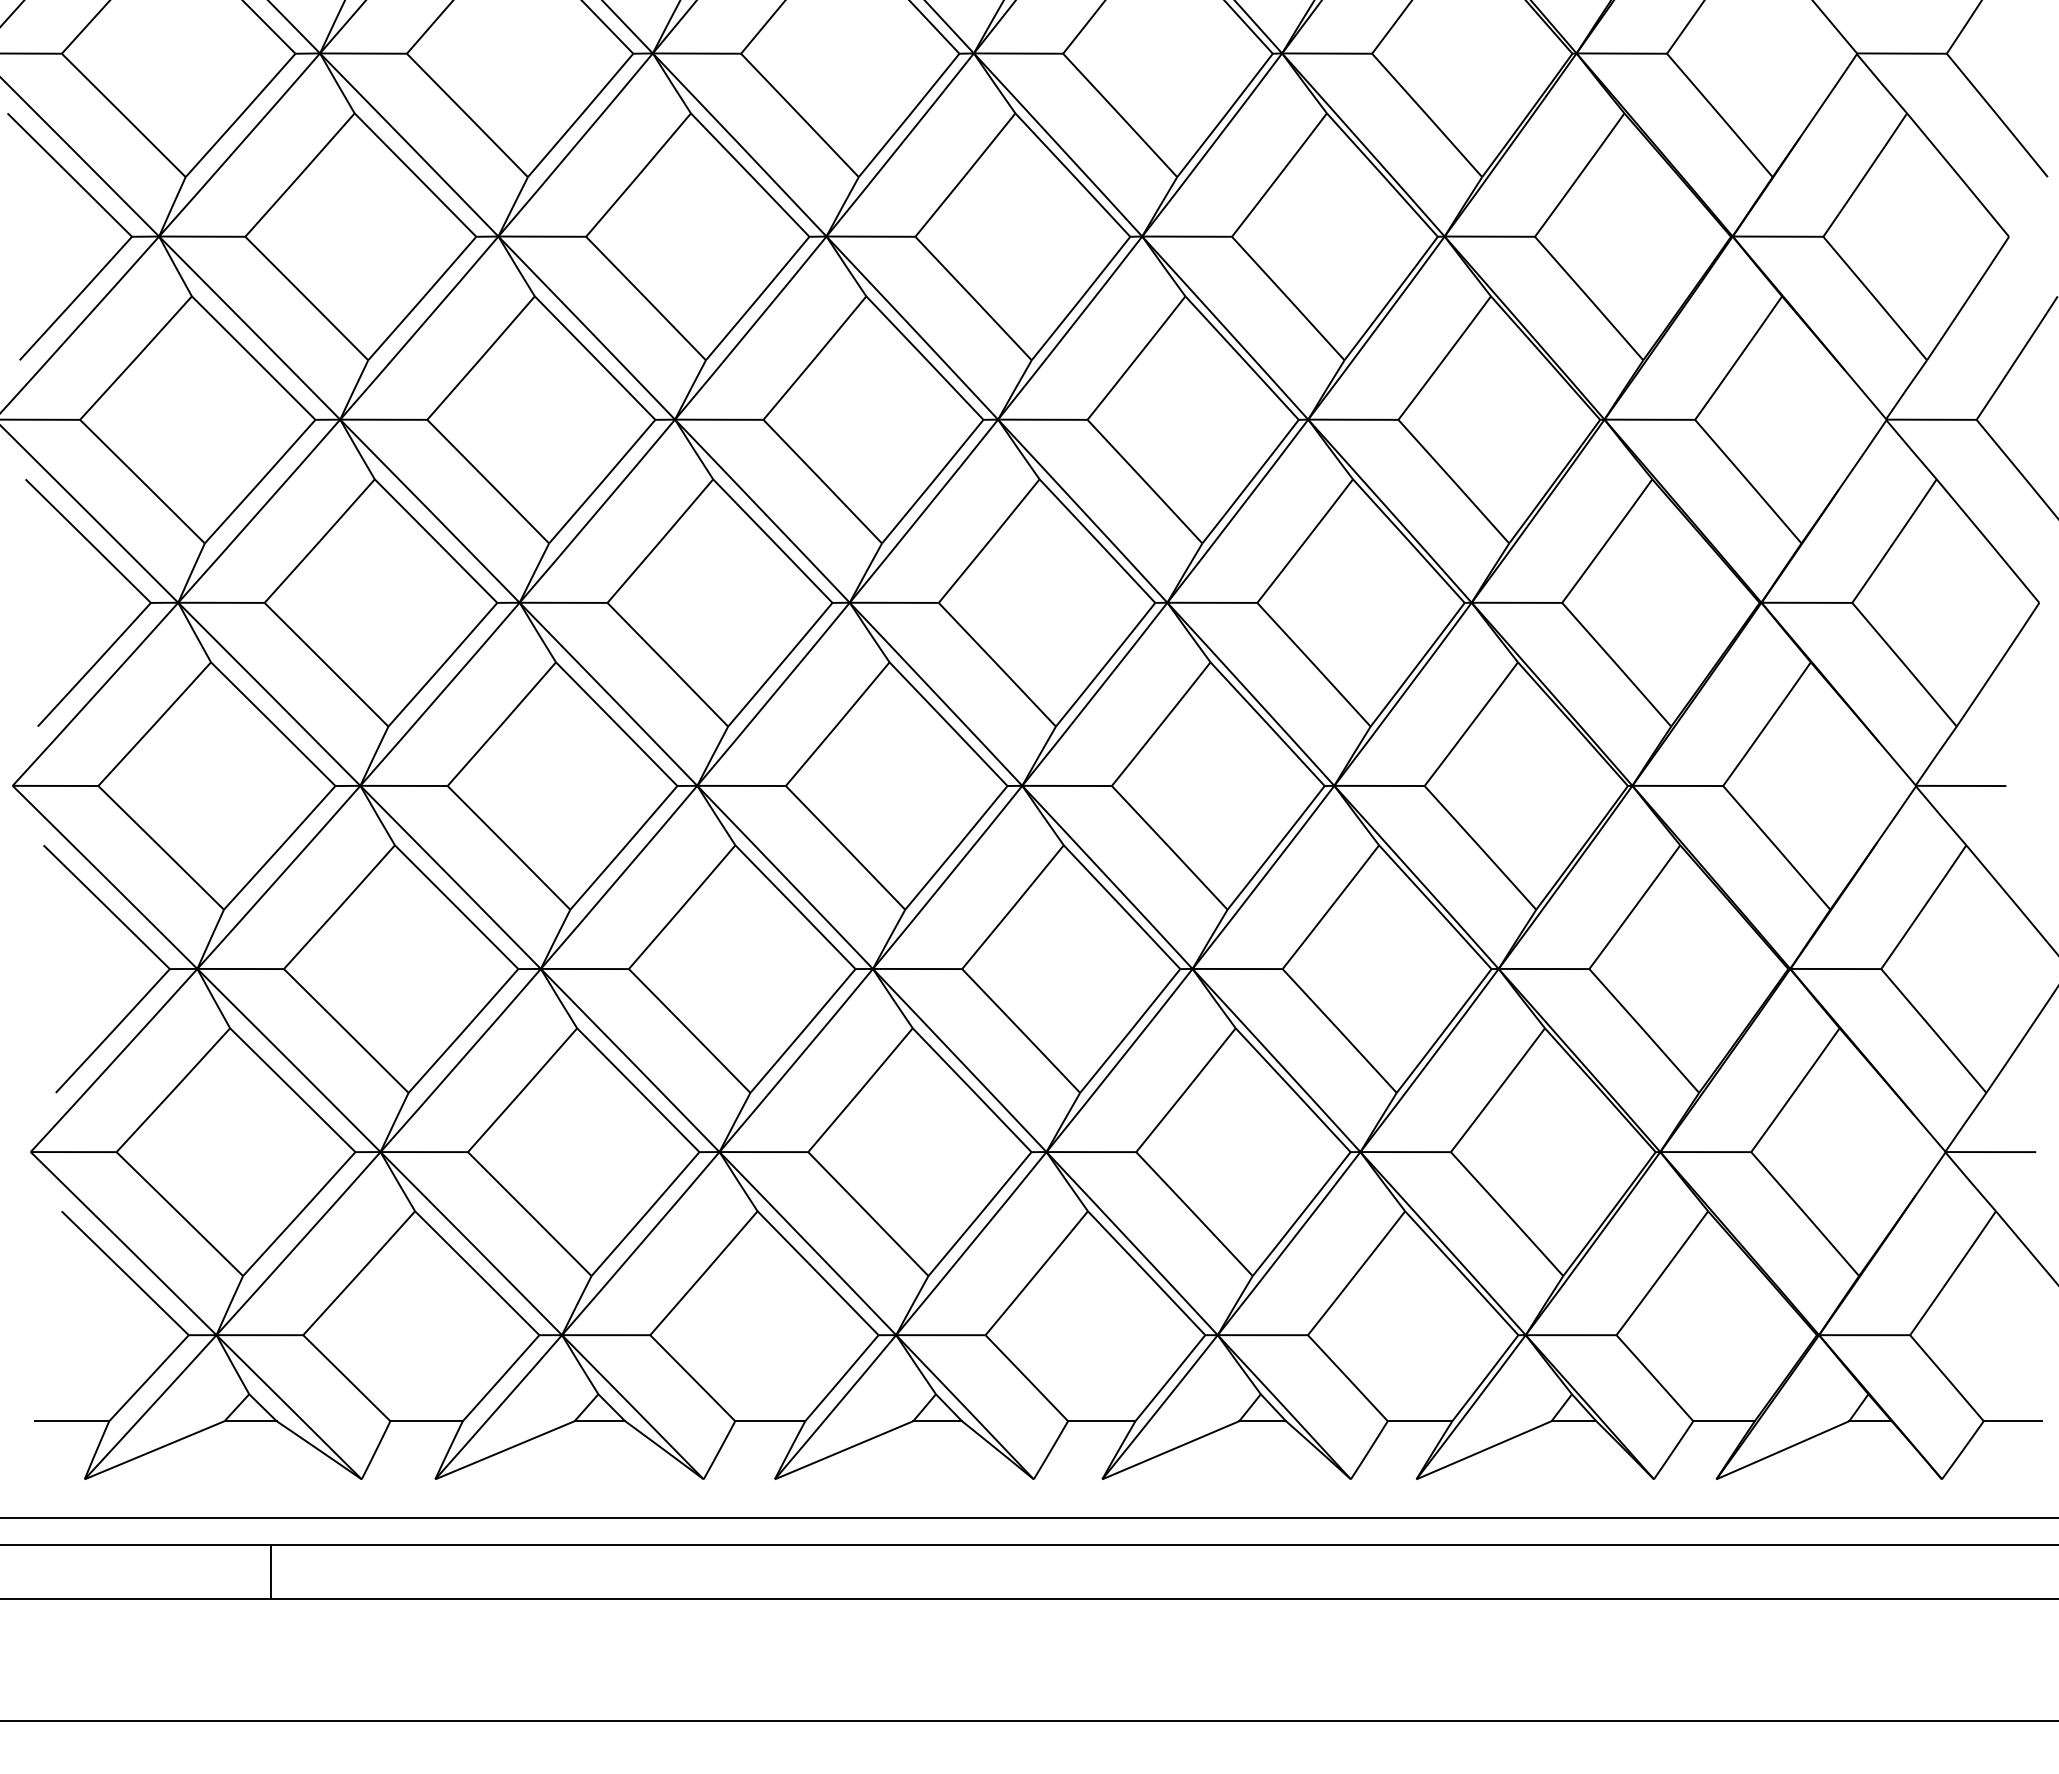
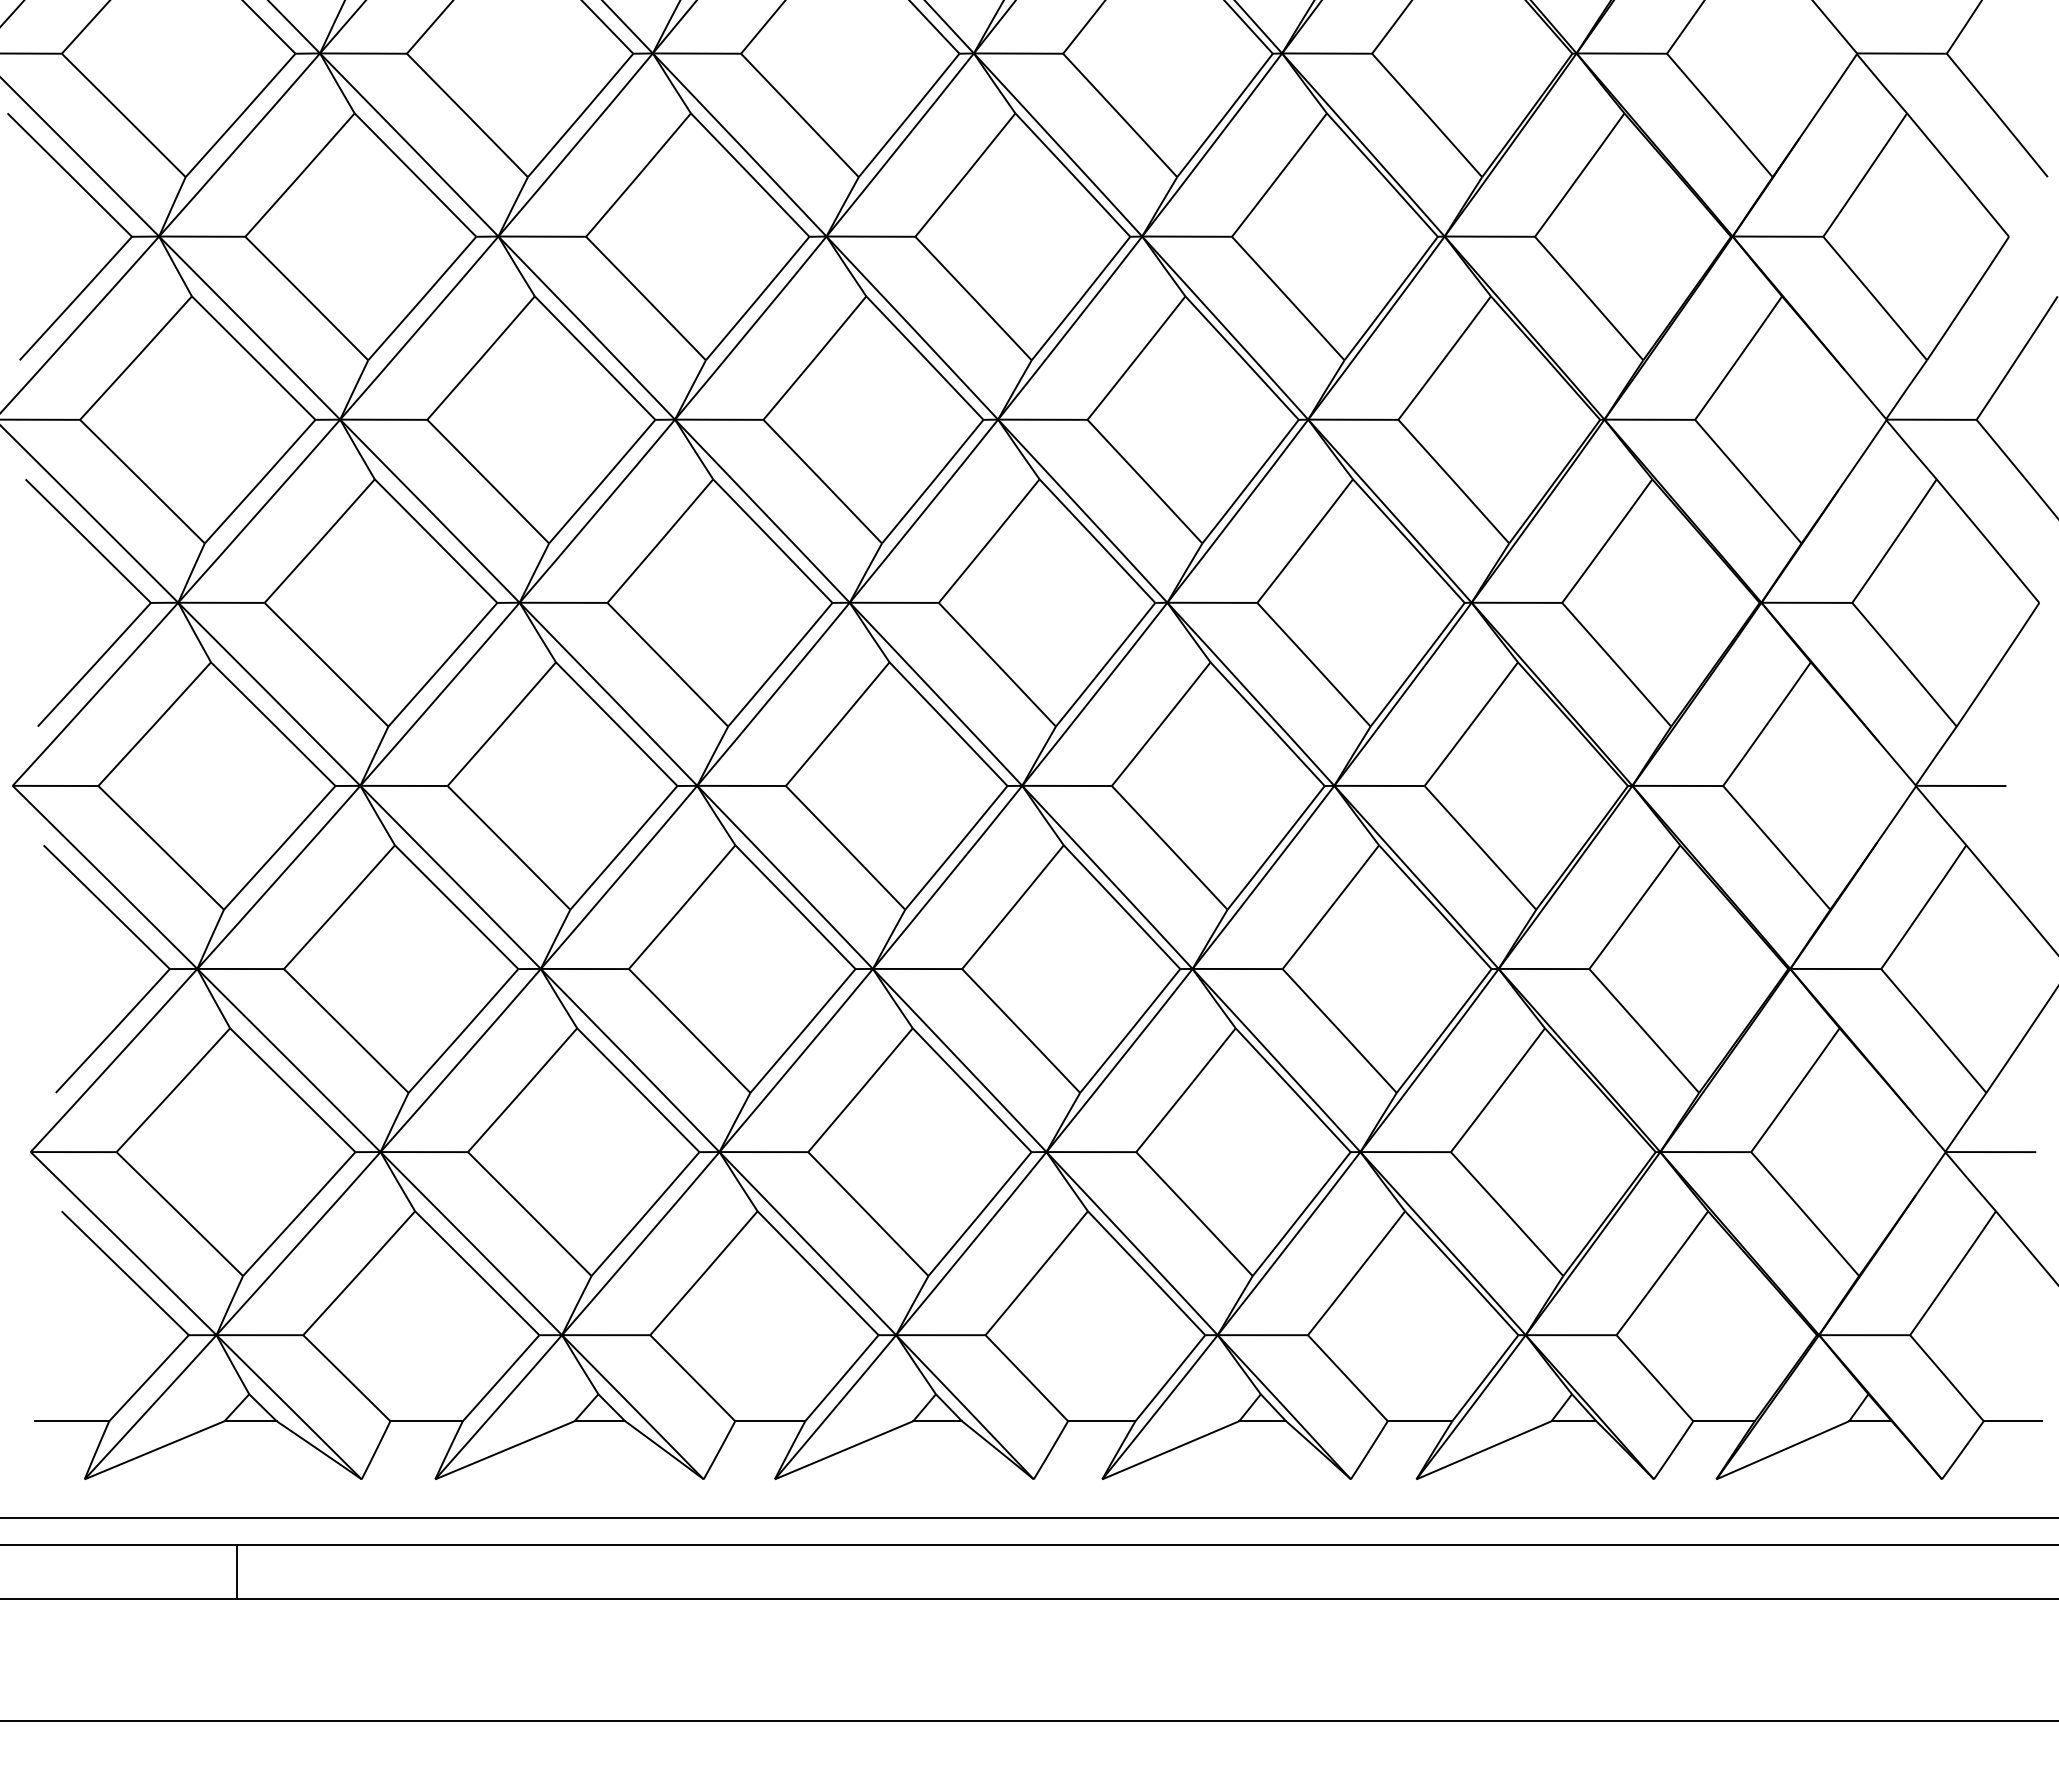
line at (271, 1571) position: (271, 1571) -> (237, 1571)
